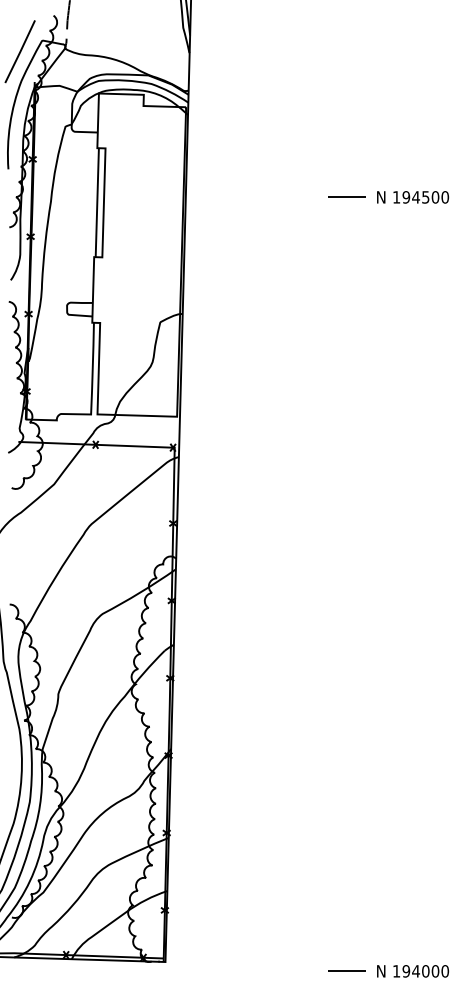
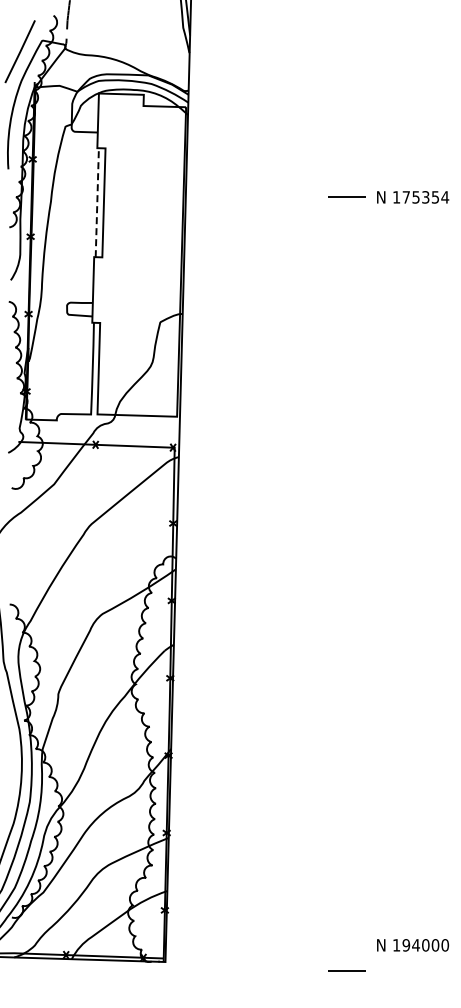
text at (425, 197): 194500 -> 175354
line at (97, 202): solid -> dashed
text at (413, 971) position: (413, 971) -> (413, 945)
